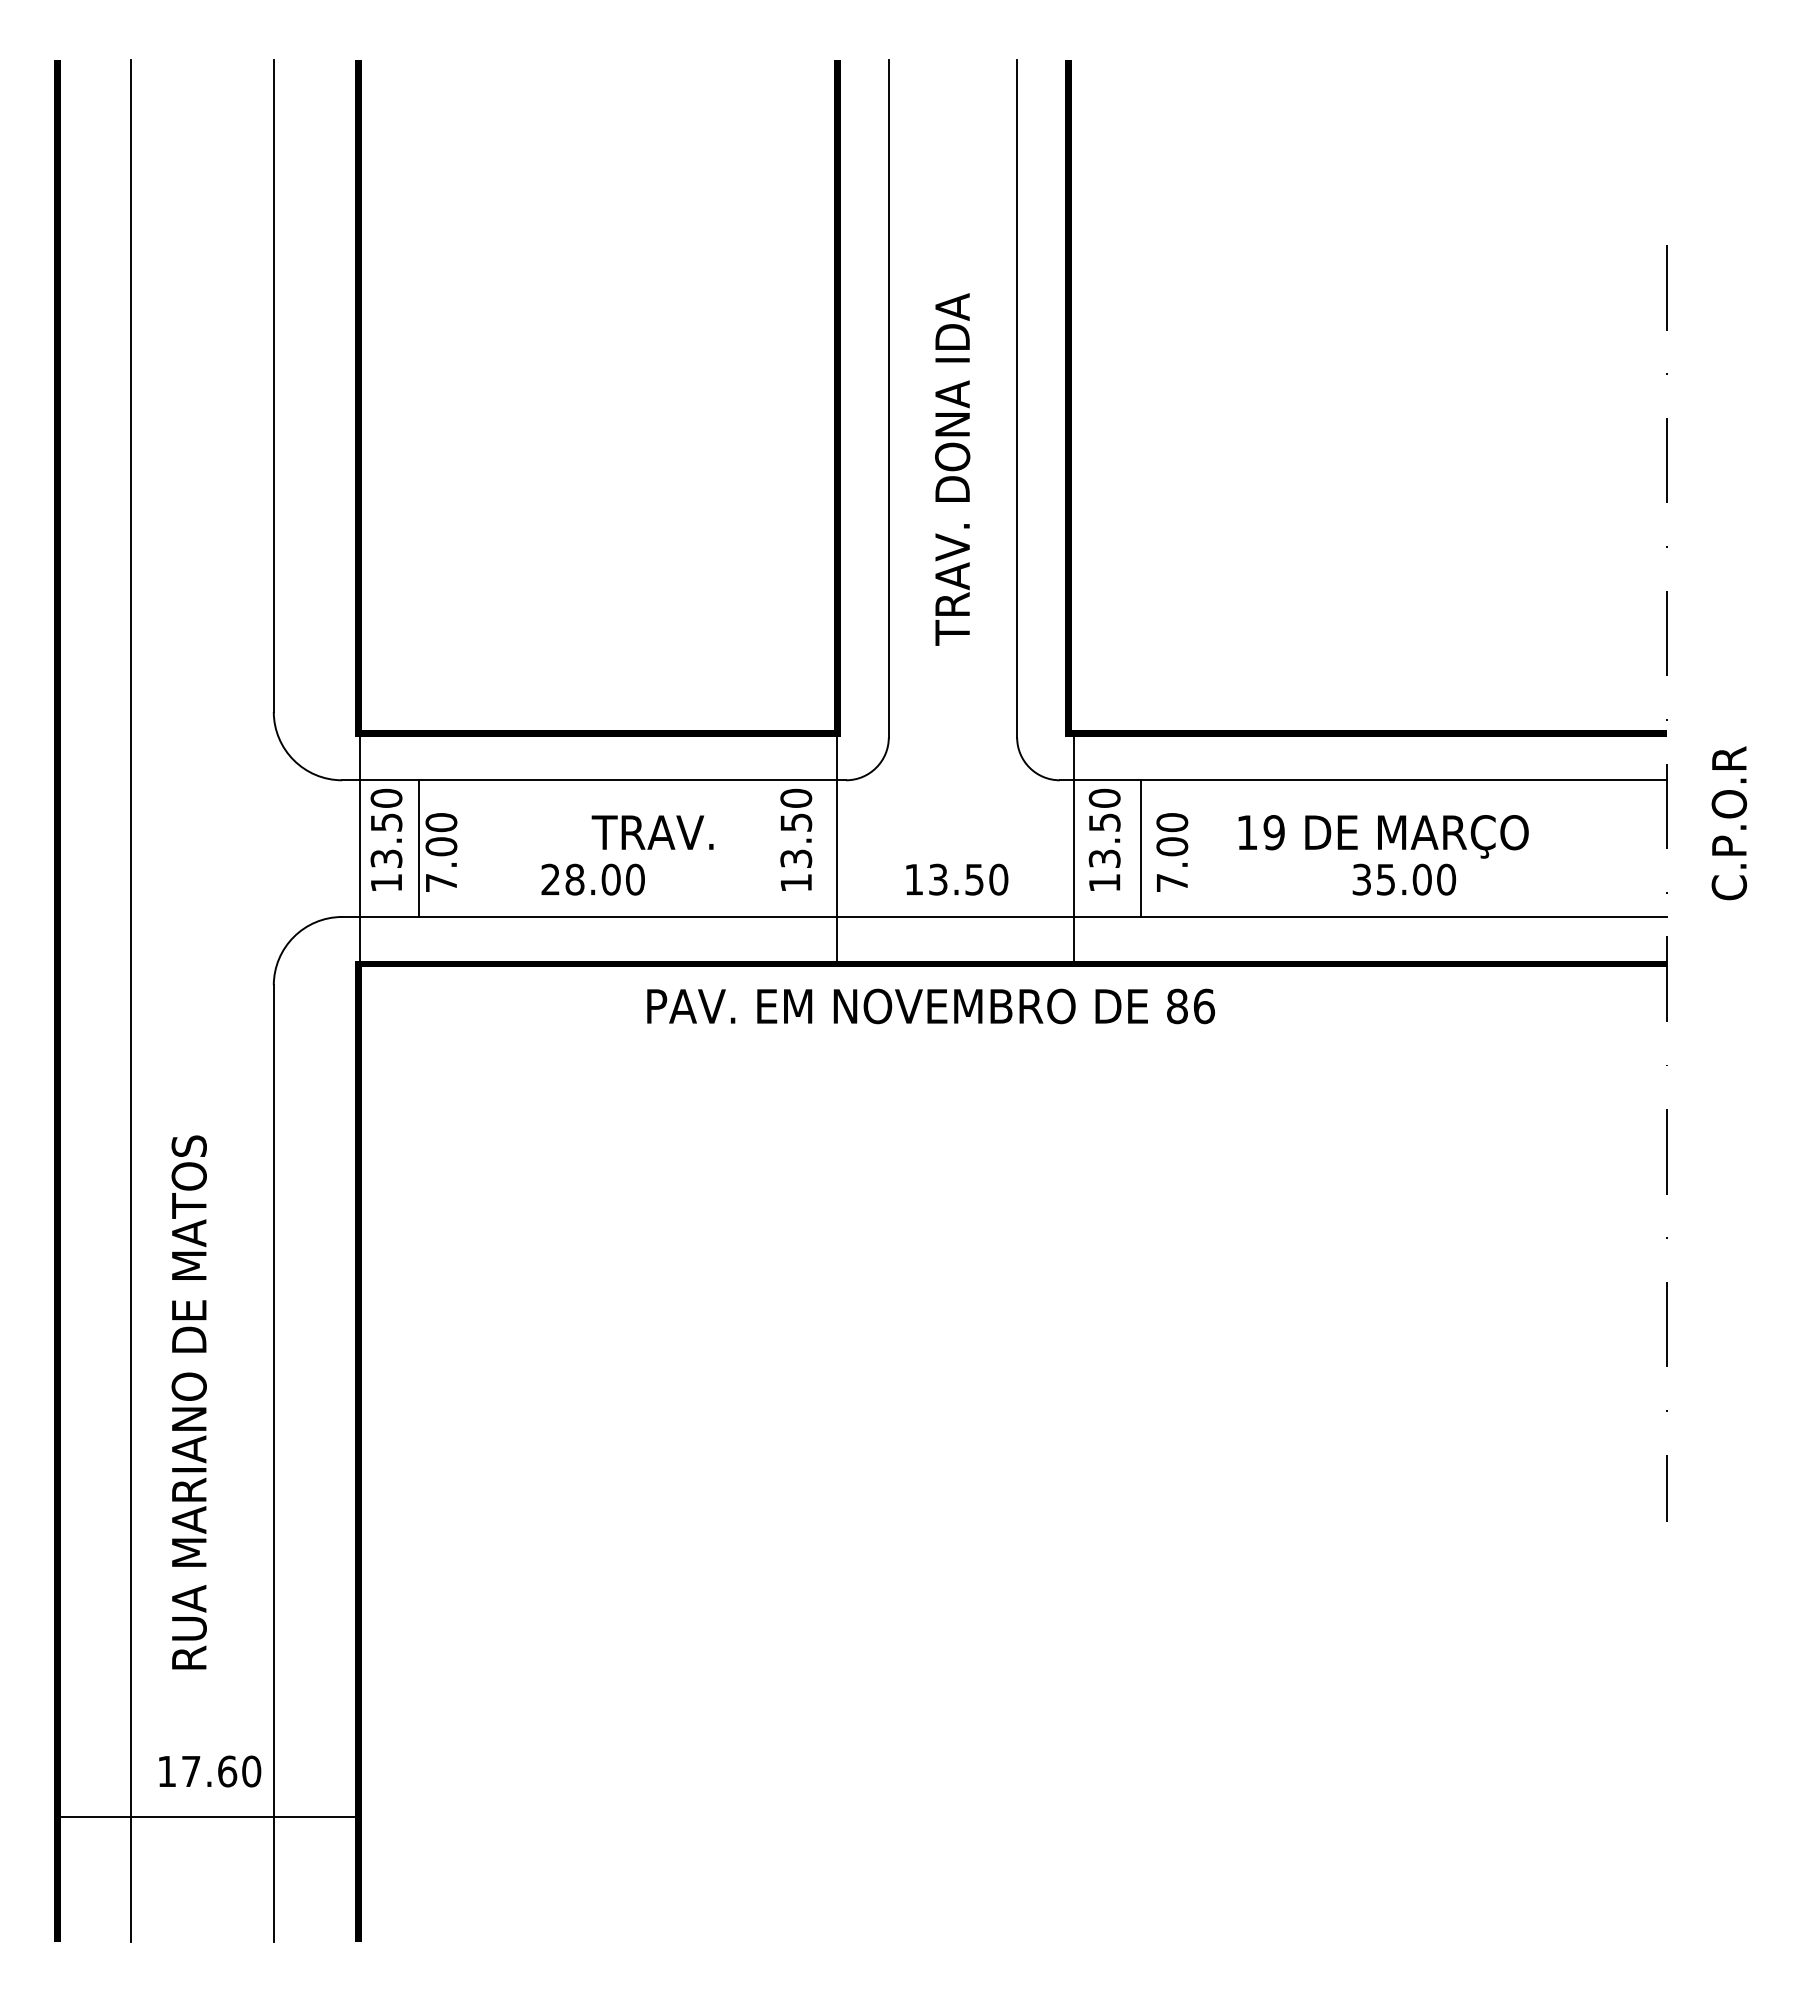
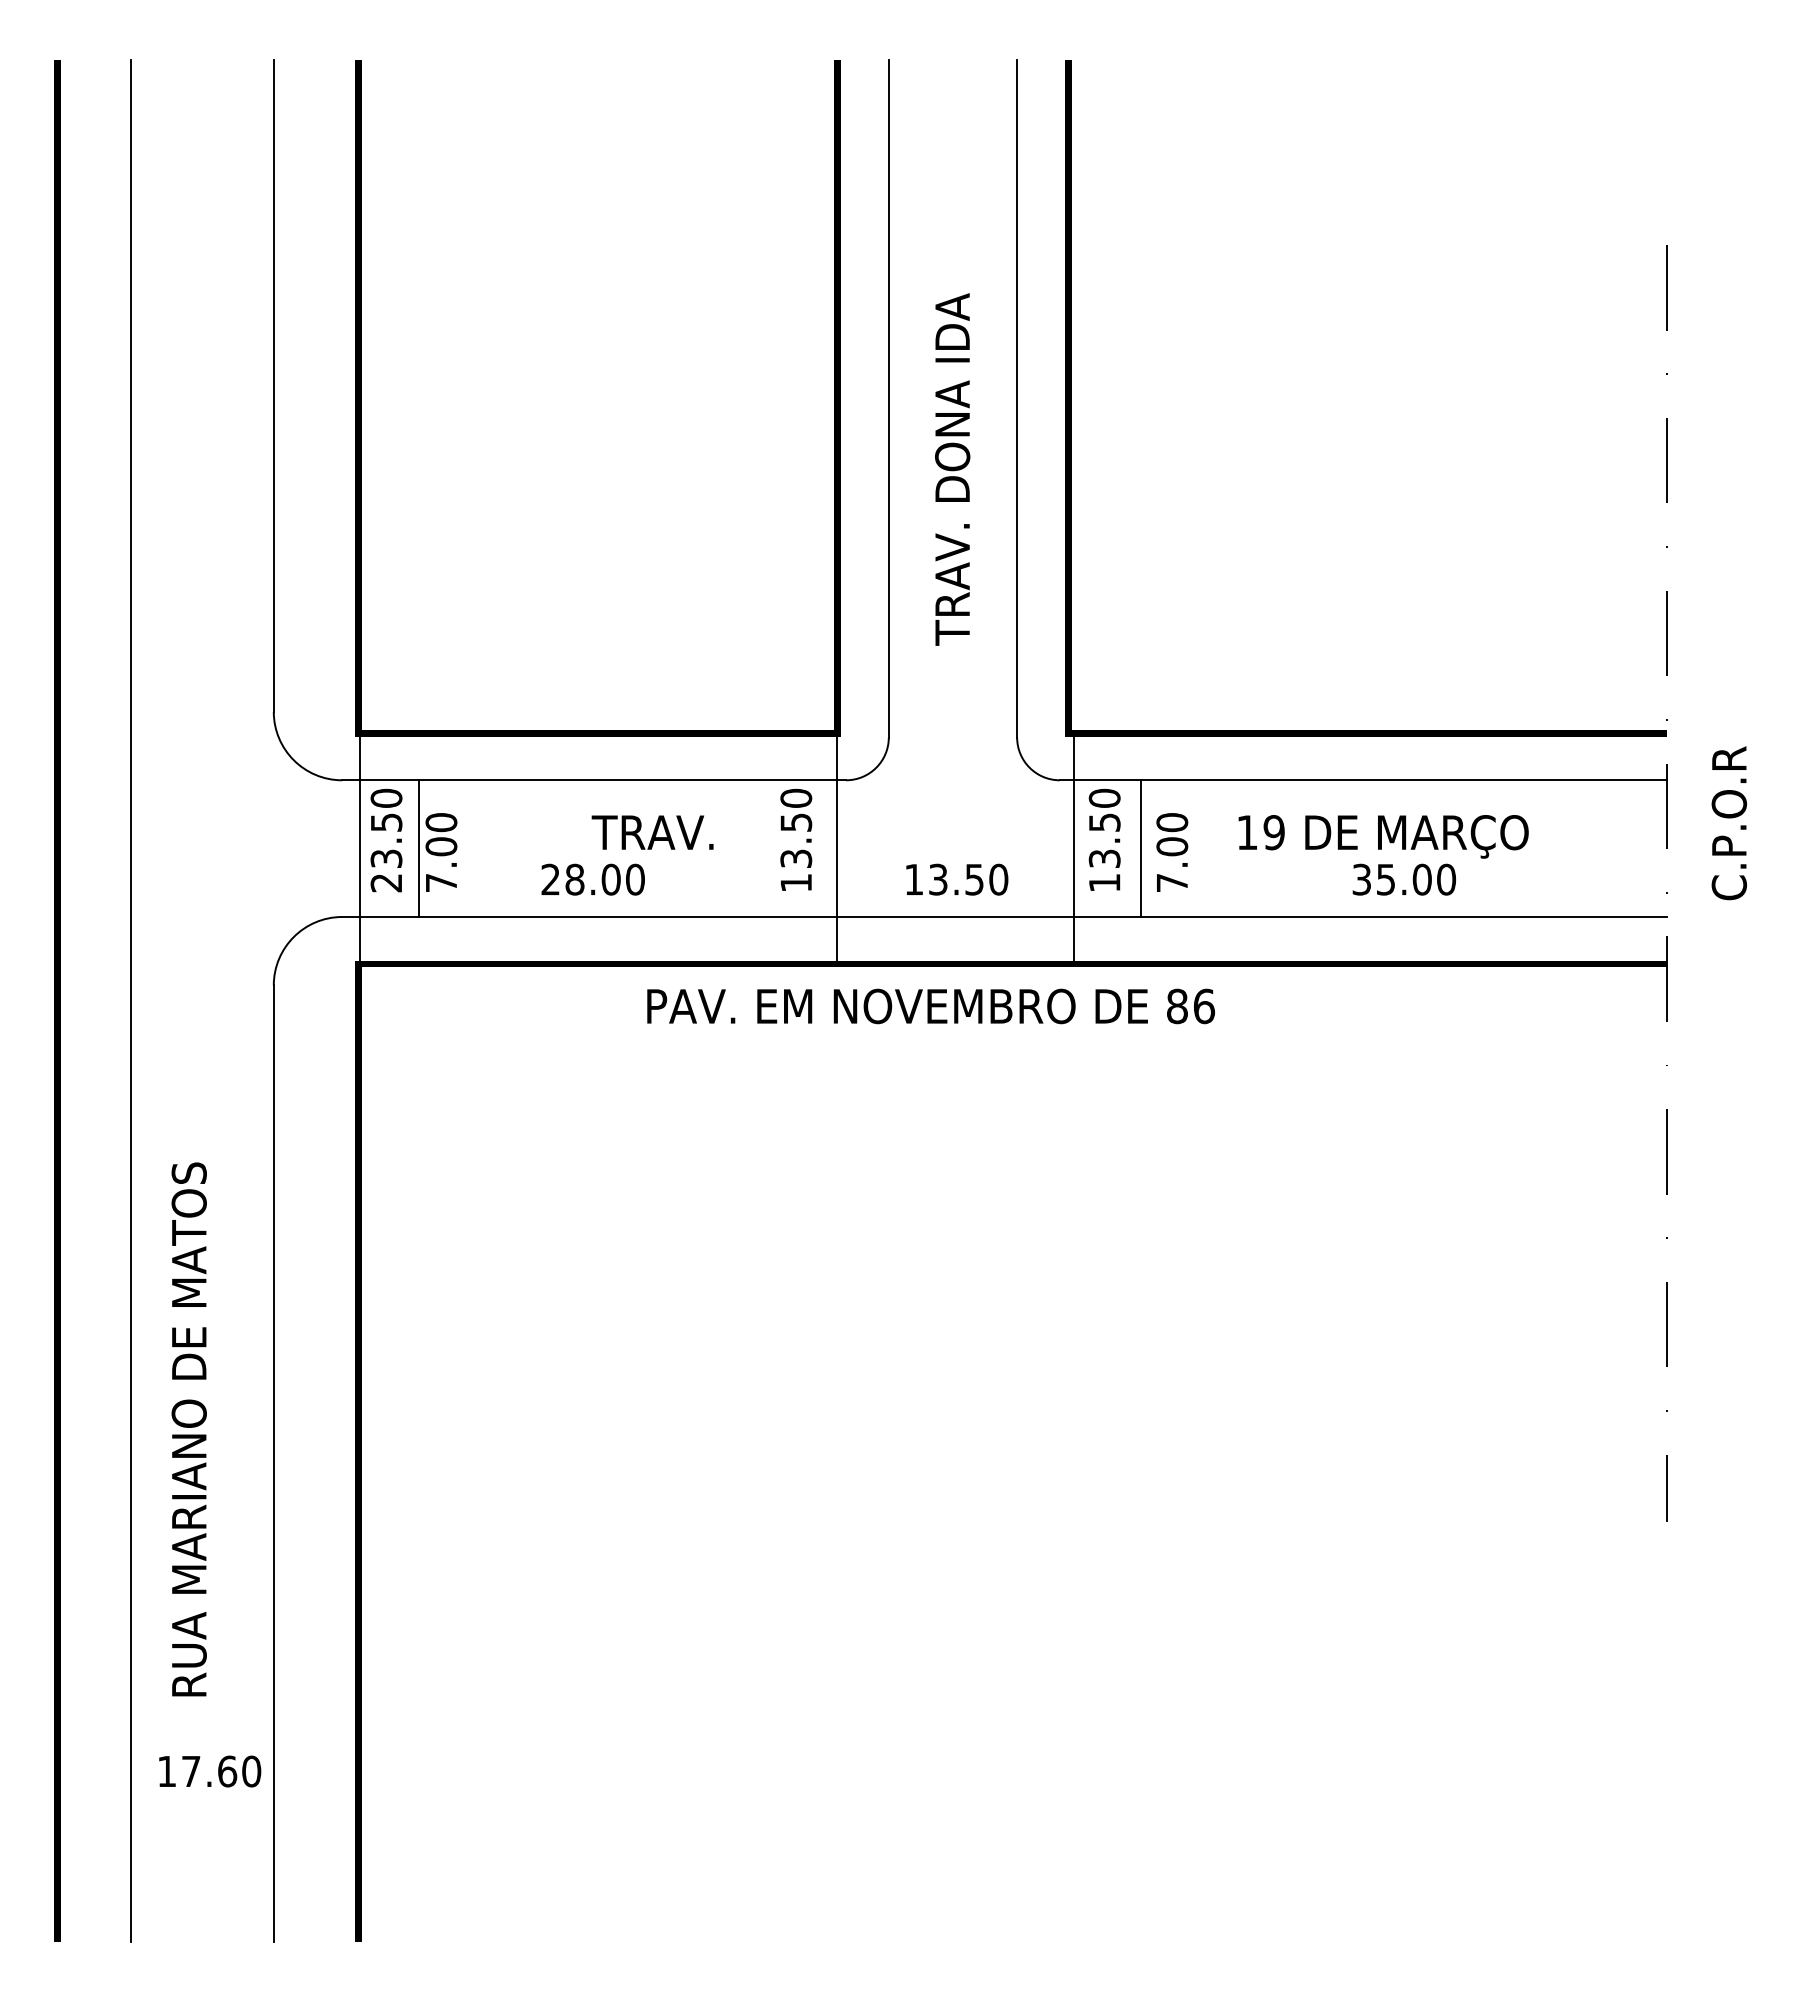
text at (385, 883): 13.50 -> 23.50
text at (188, 1402) position: (188, 1402) -> (188, 1429)
line at (207, 1817): present -> none
